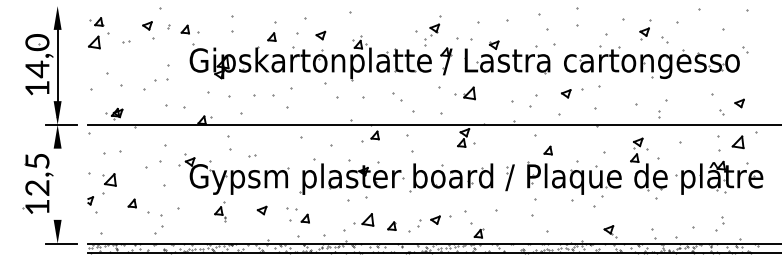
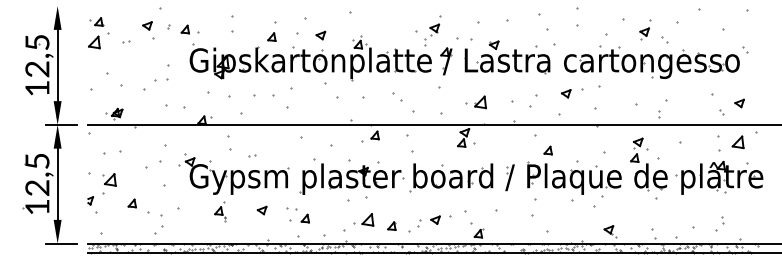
text at (37, 56): 14,0 -> 12,5
part at (464, 93) position: (464, 93) -> (475, 102)
line at (57, 183): none -> present
